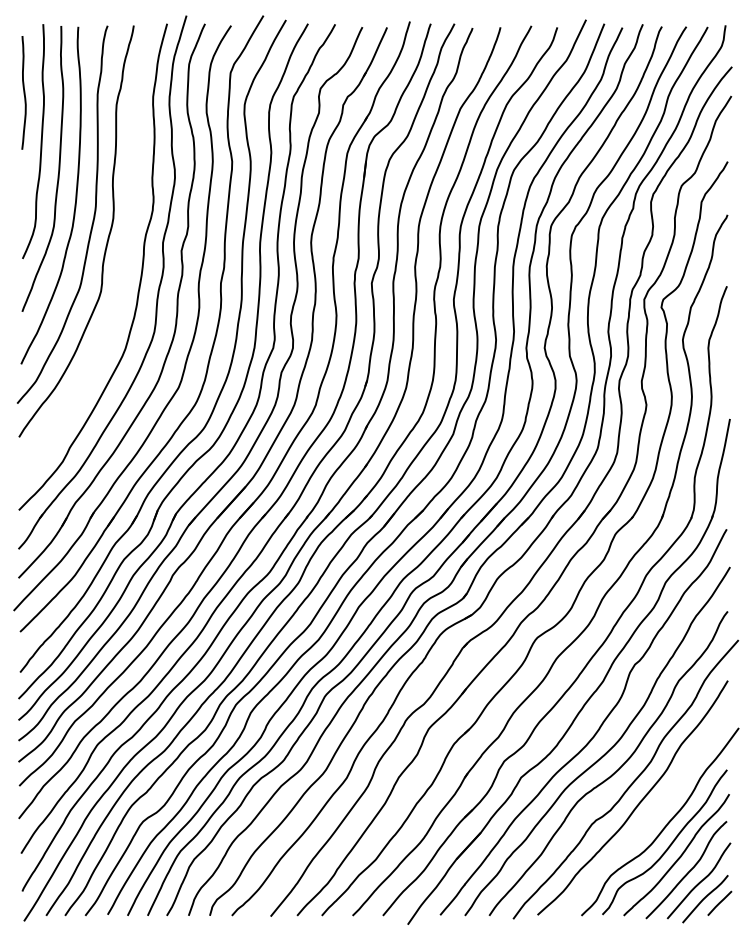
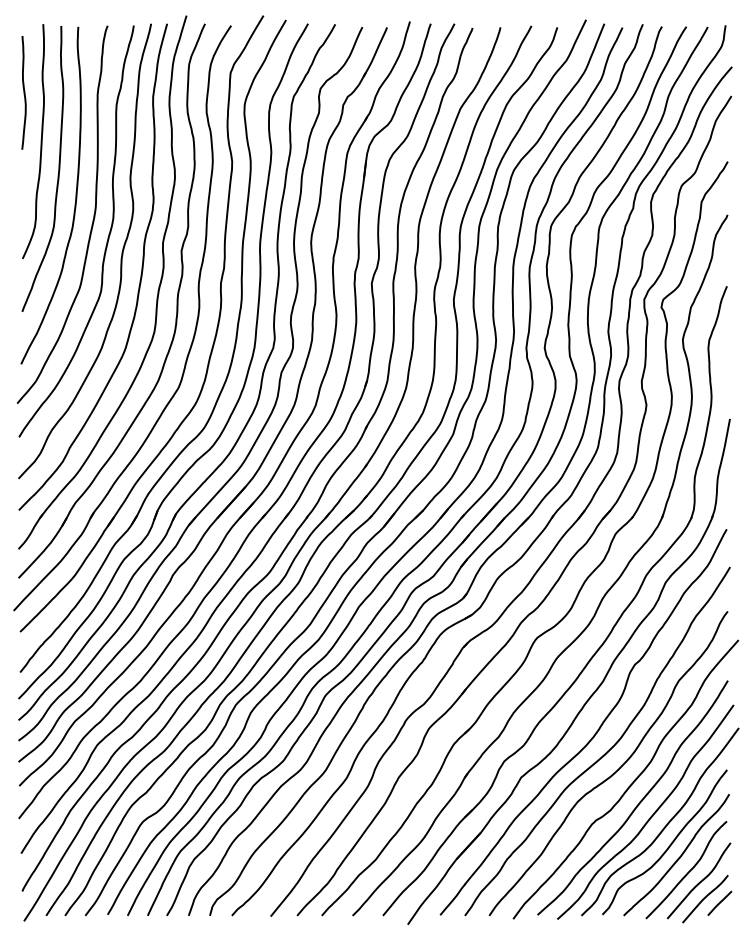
curve at (120, 258): none -> present
curve at (650, 816): none -> present
